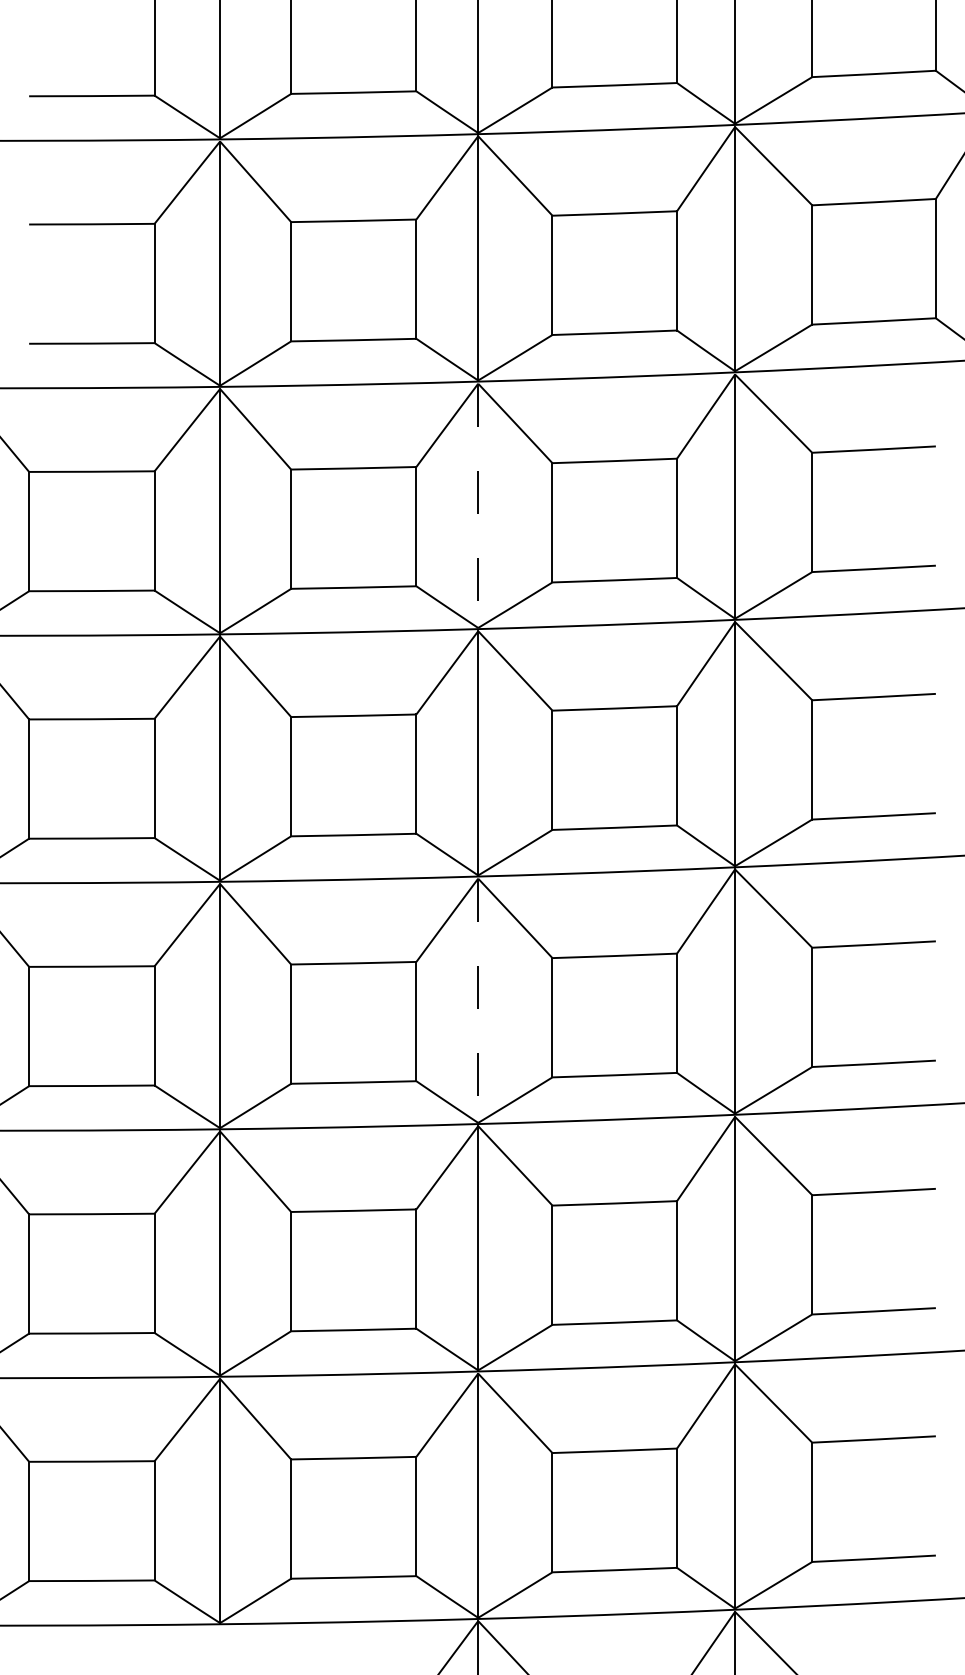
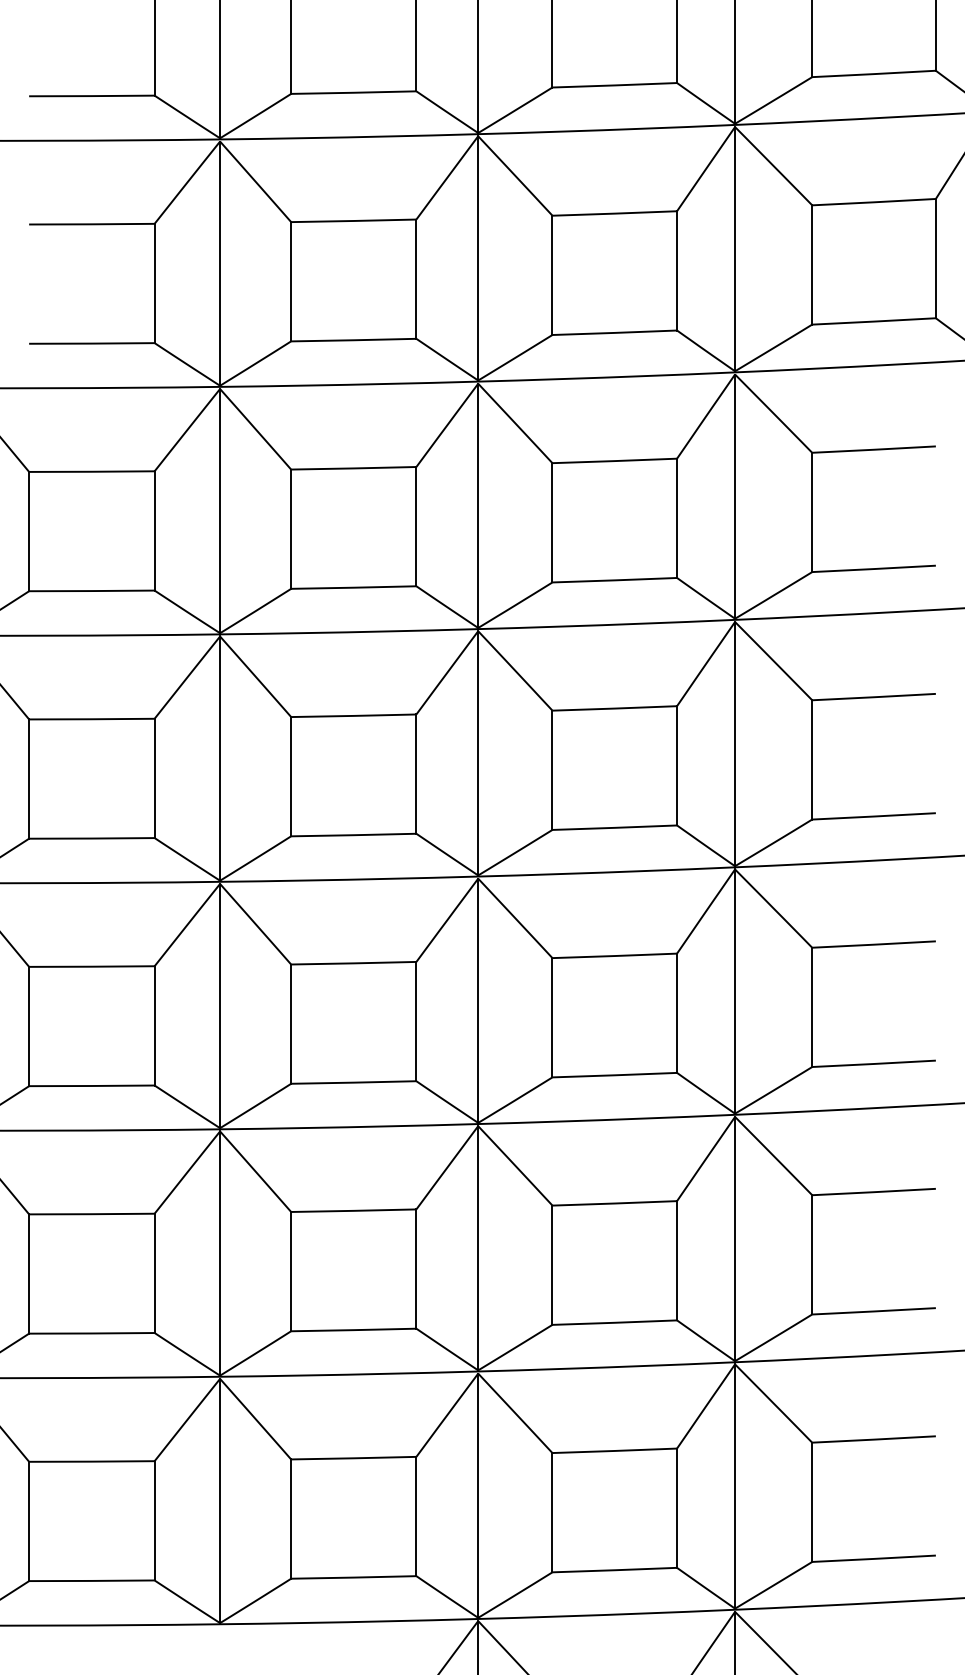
line at (478, 506): dashed -> solid
line at (478, 1001): dashed -> solid
